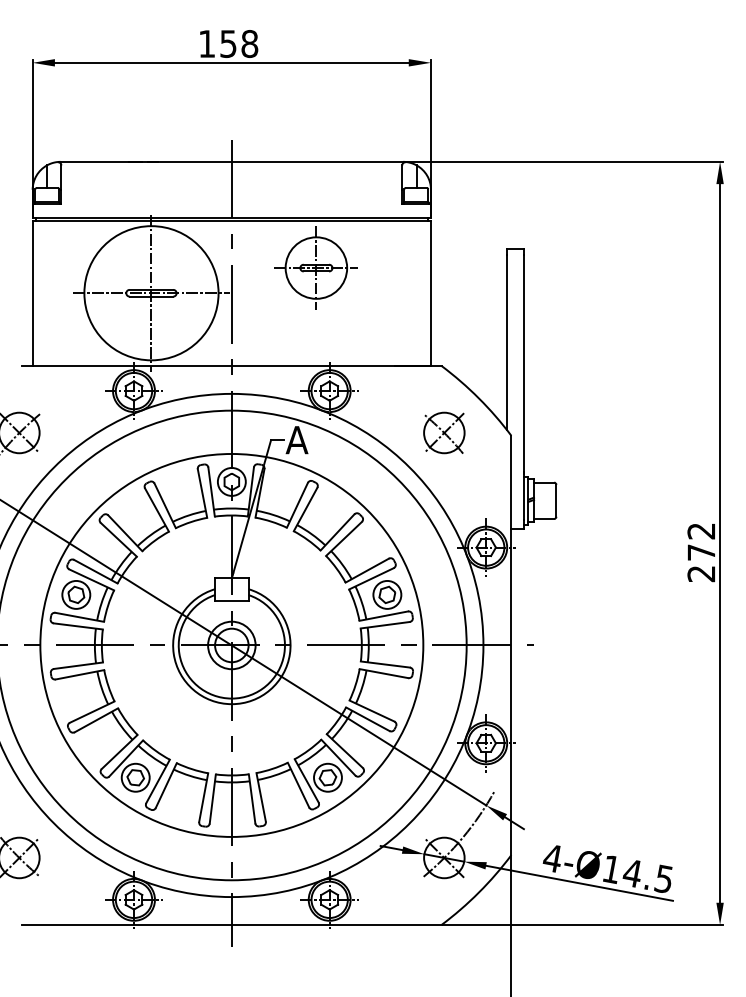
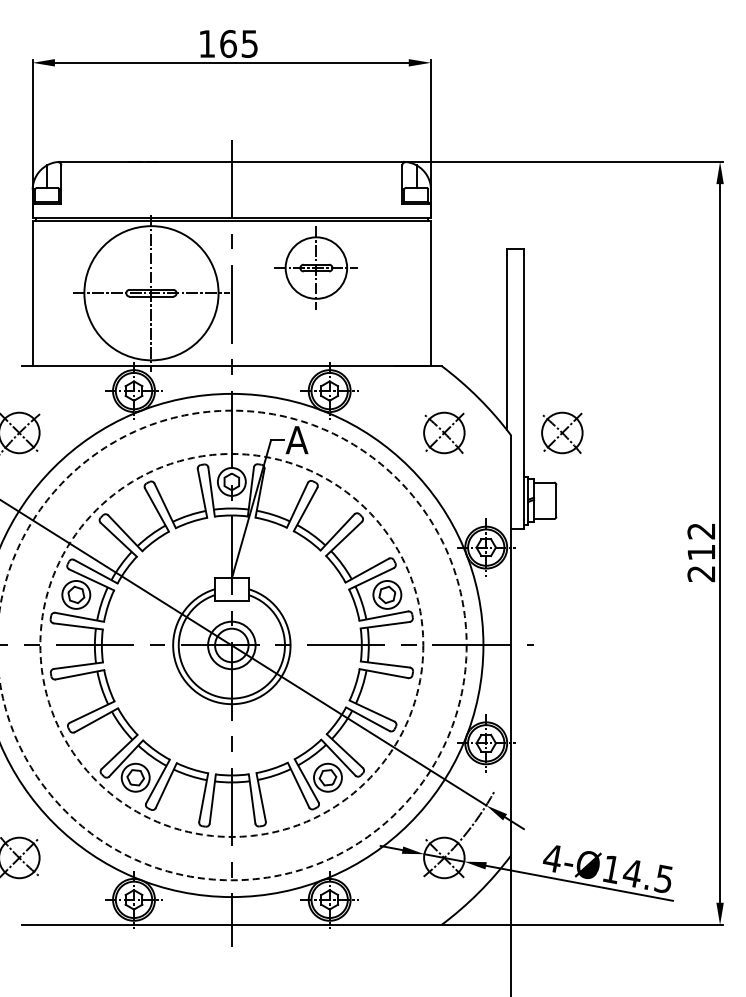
text at (239, 44): 158 -> 165
part at (562, 432): none -> present
text at (700, 552): 272 -> 212
circle at (231, 644): solid -> dashed
circle at (233, 645): solid -> dashed
